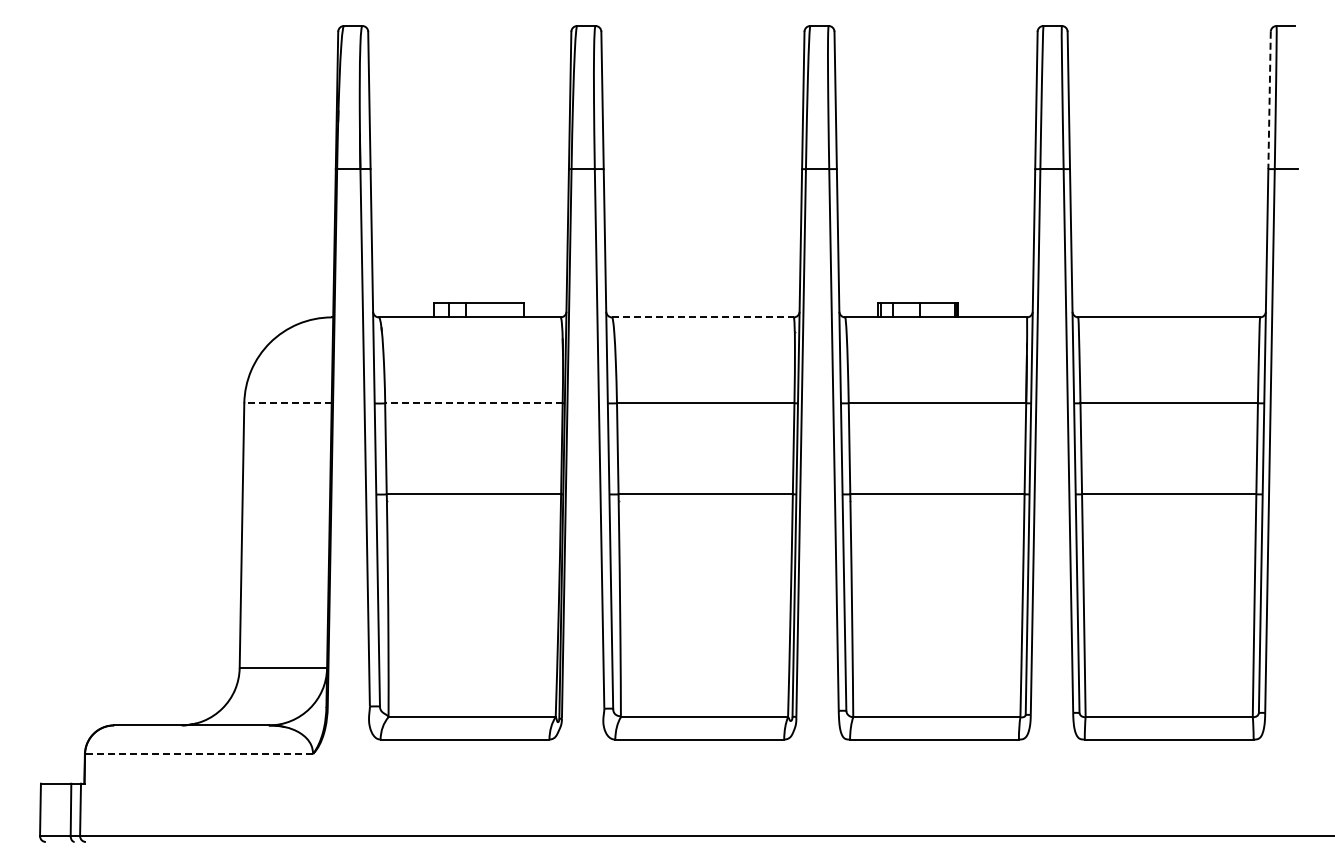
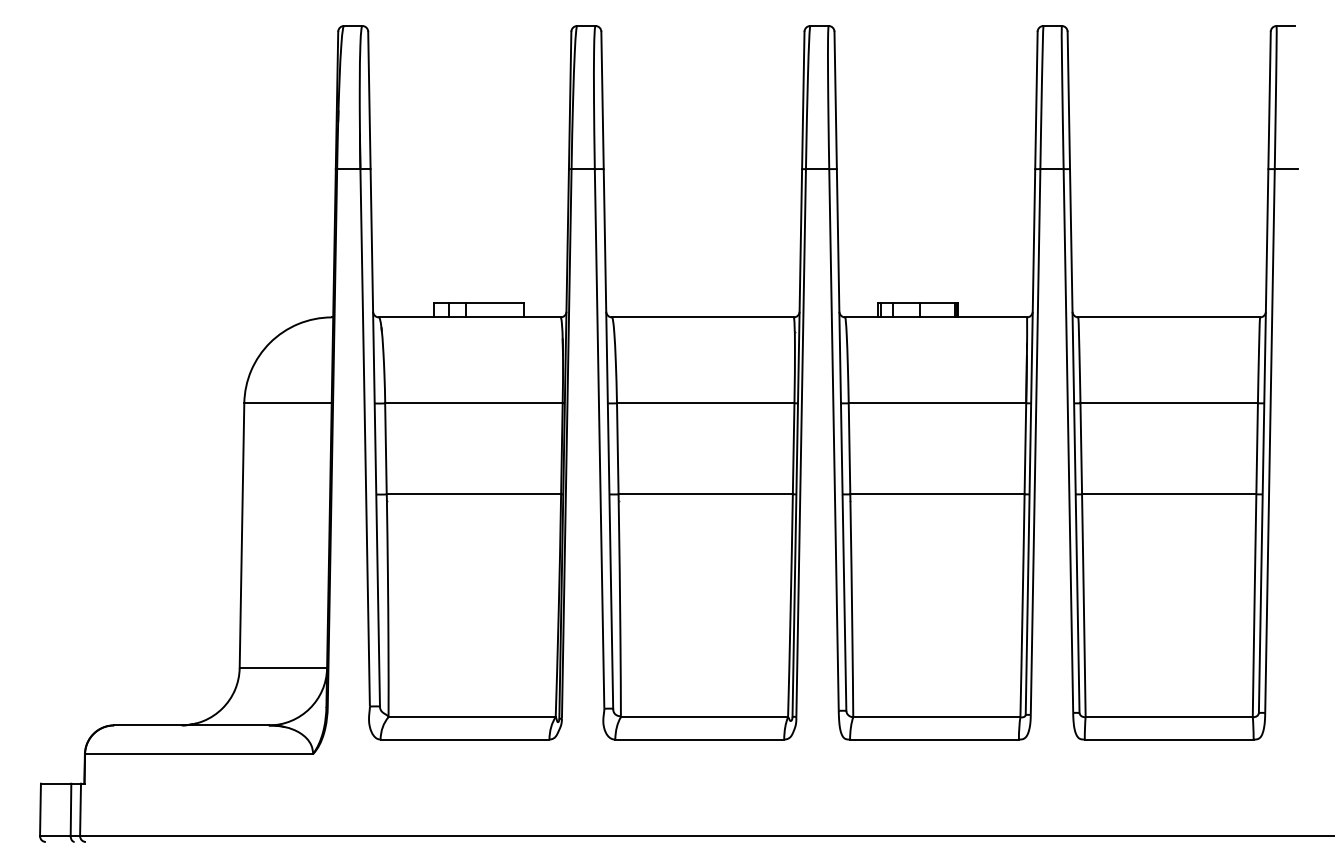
line at (1269, 100): dashed -> solid
line at (702, 317): dashed -> solid
line at (288, 403): dashed -> solid
line at (473, 403): dashed -> solid
line at (199, 754): dashed -> solid
